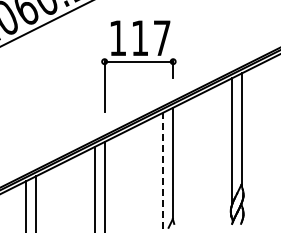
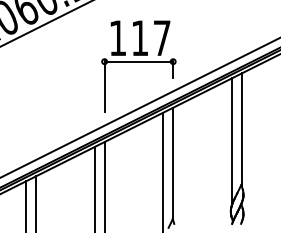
line at (139, 107): none -> present
line at (163, 172): dashed -> solid
